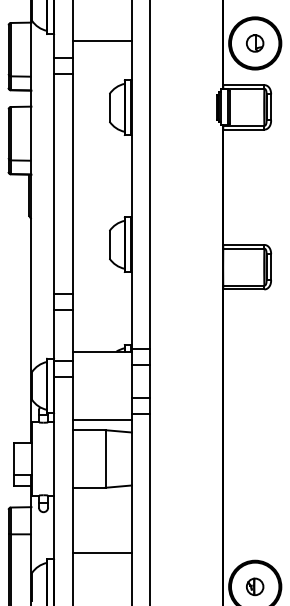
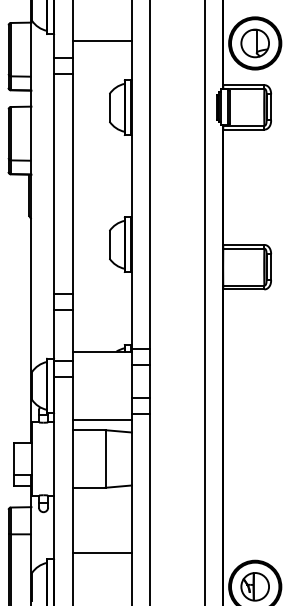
part at (255, 43) size: 19x19 px -> 30x31 px
line at (204, 302): none -> present
part at (255, 586) size: 19x20 px -> 30x30 px
